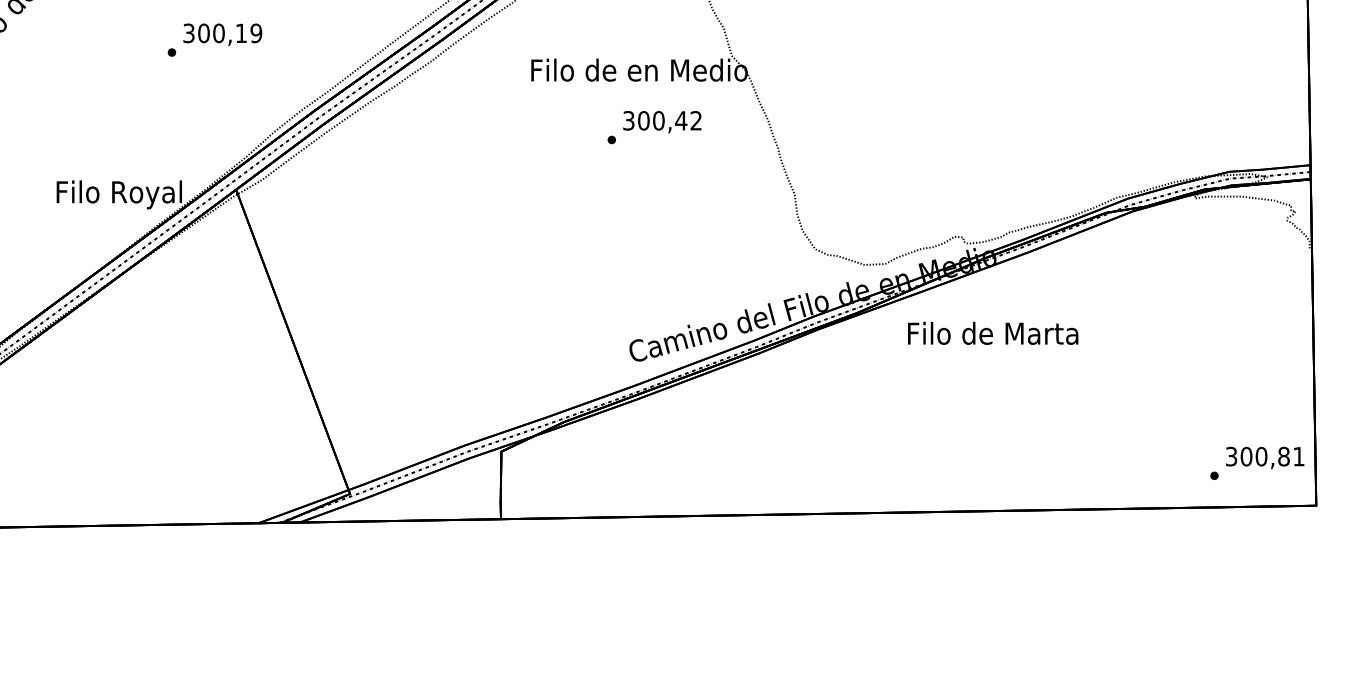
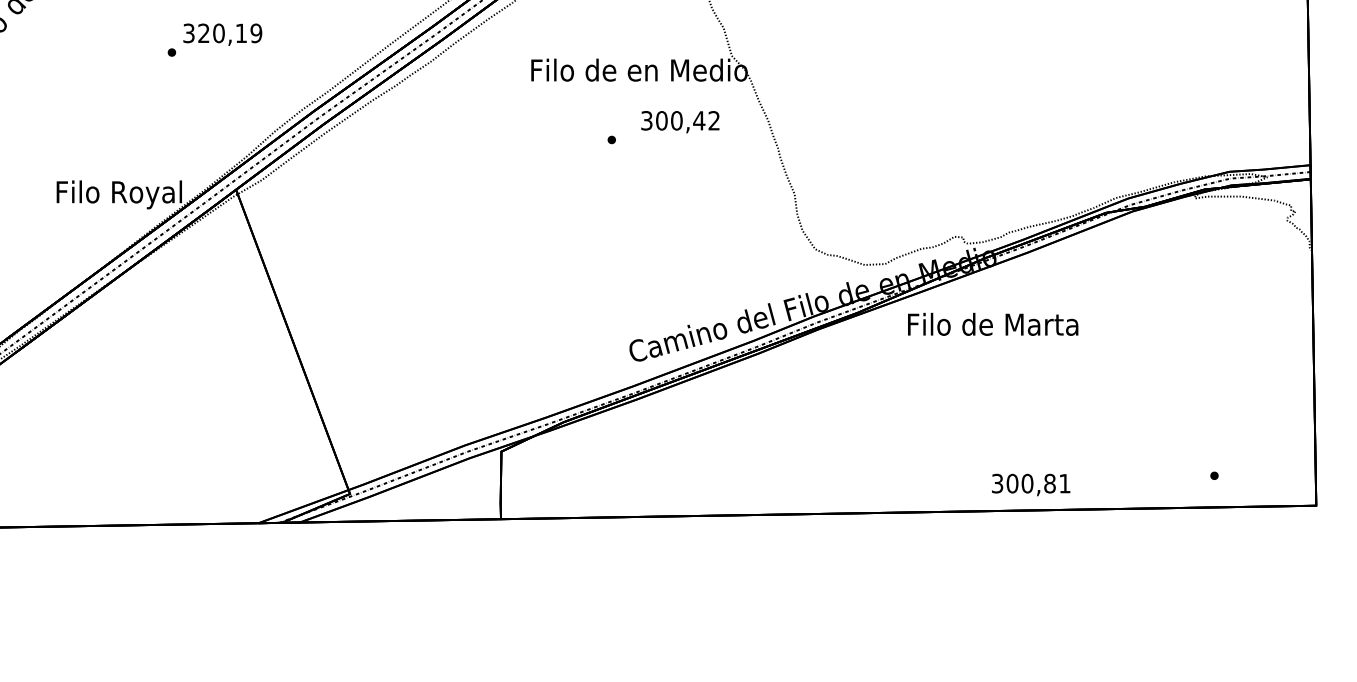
text at (203, 33): 300,19 -> 320,19
text at (662, 122) position: (662, 122) -> (680, 122)
text at (993, 332) position: (993, 332) -> (993, 323)
text at (1265, 457) position: (1265, 457) -> (1031, 484)
